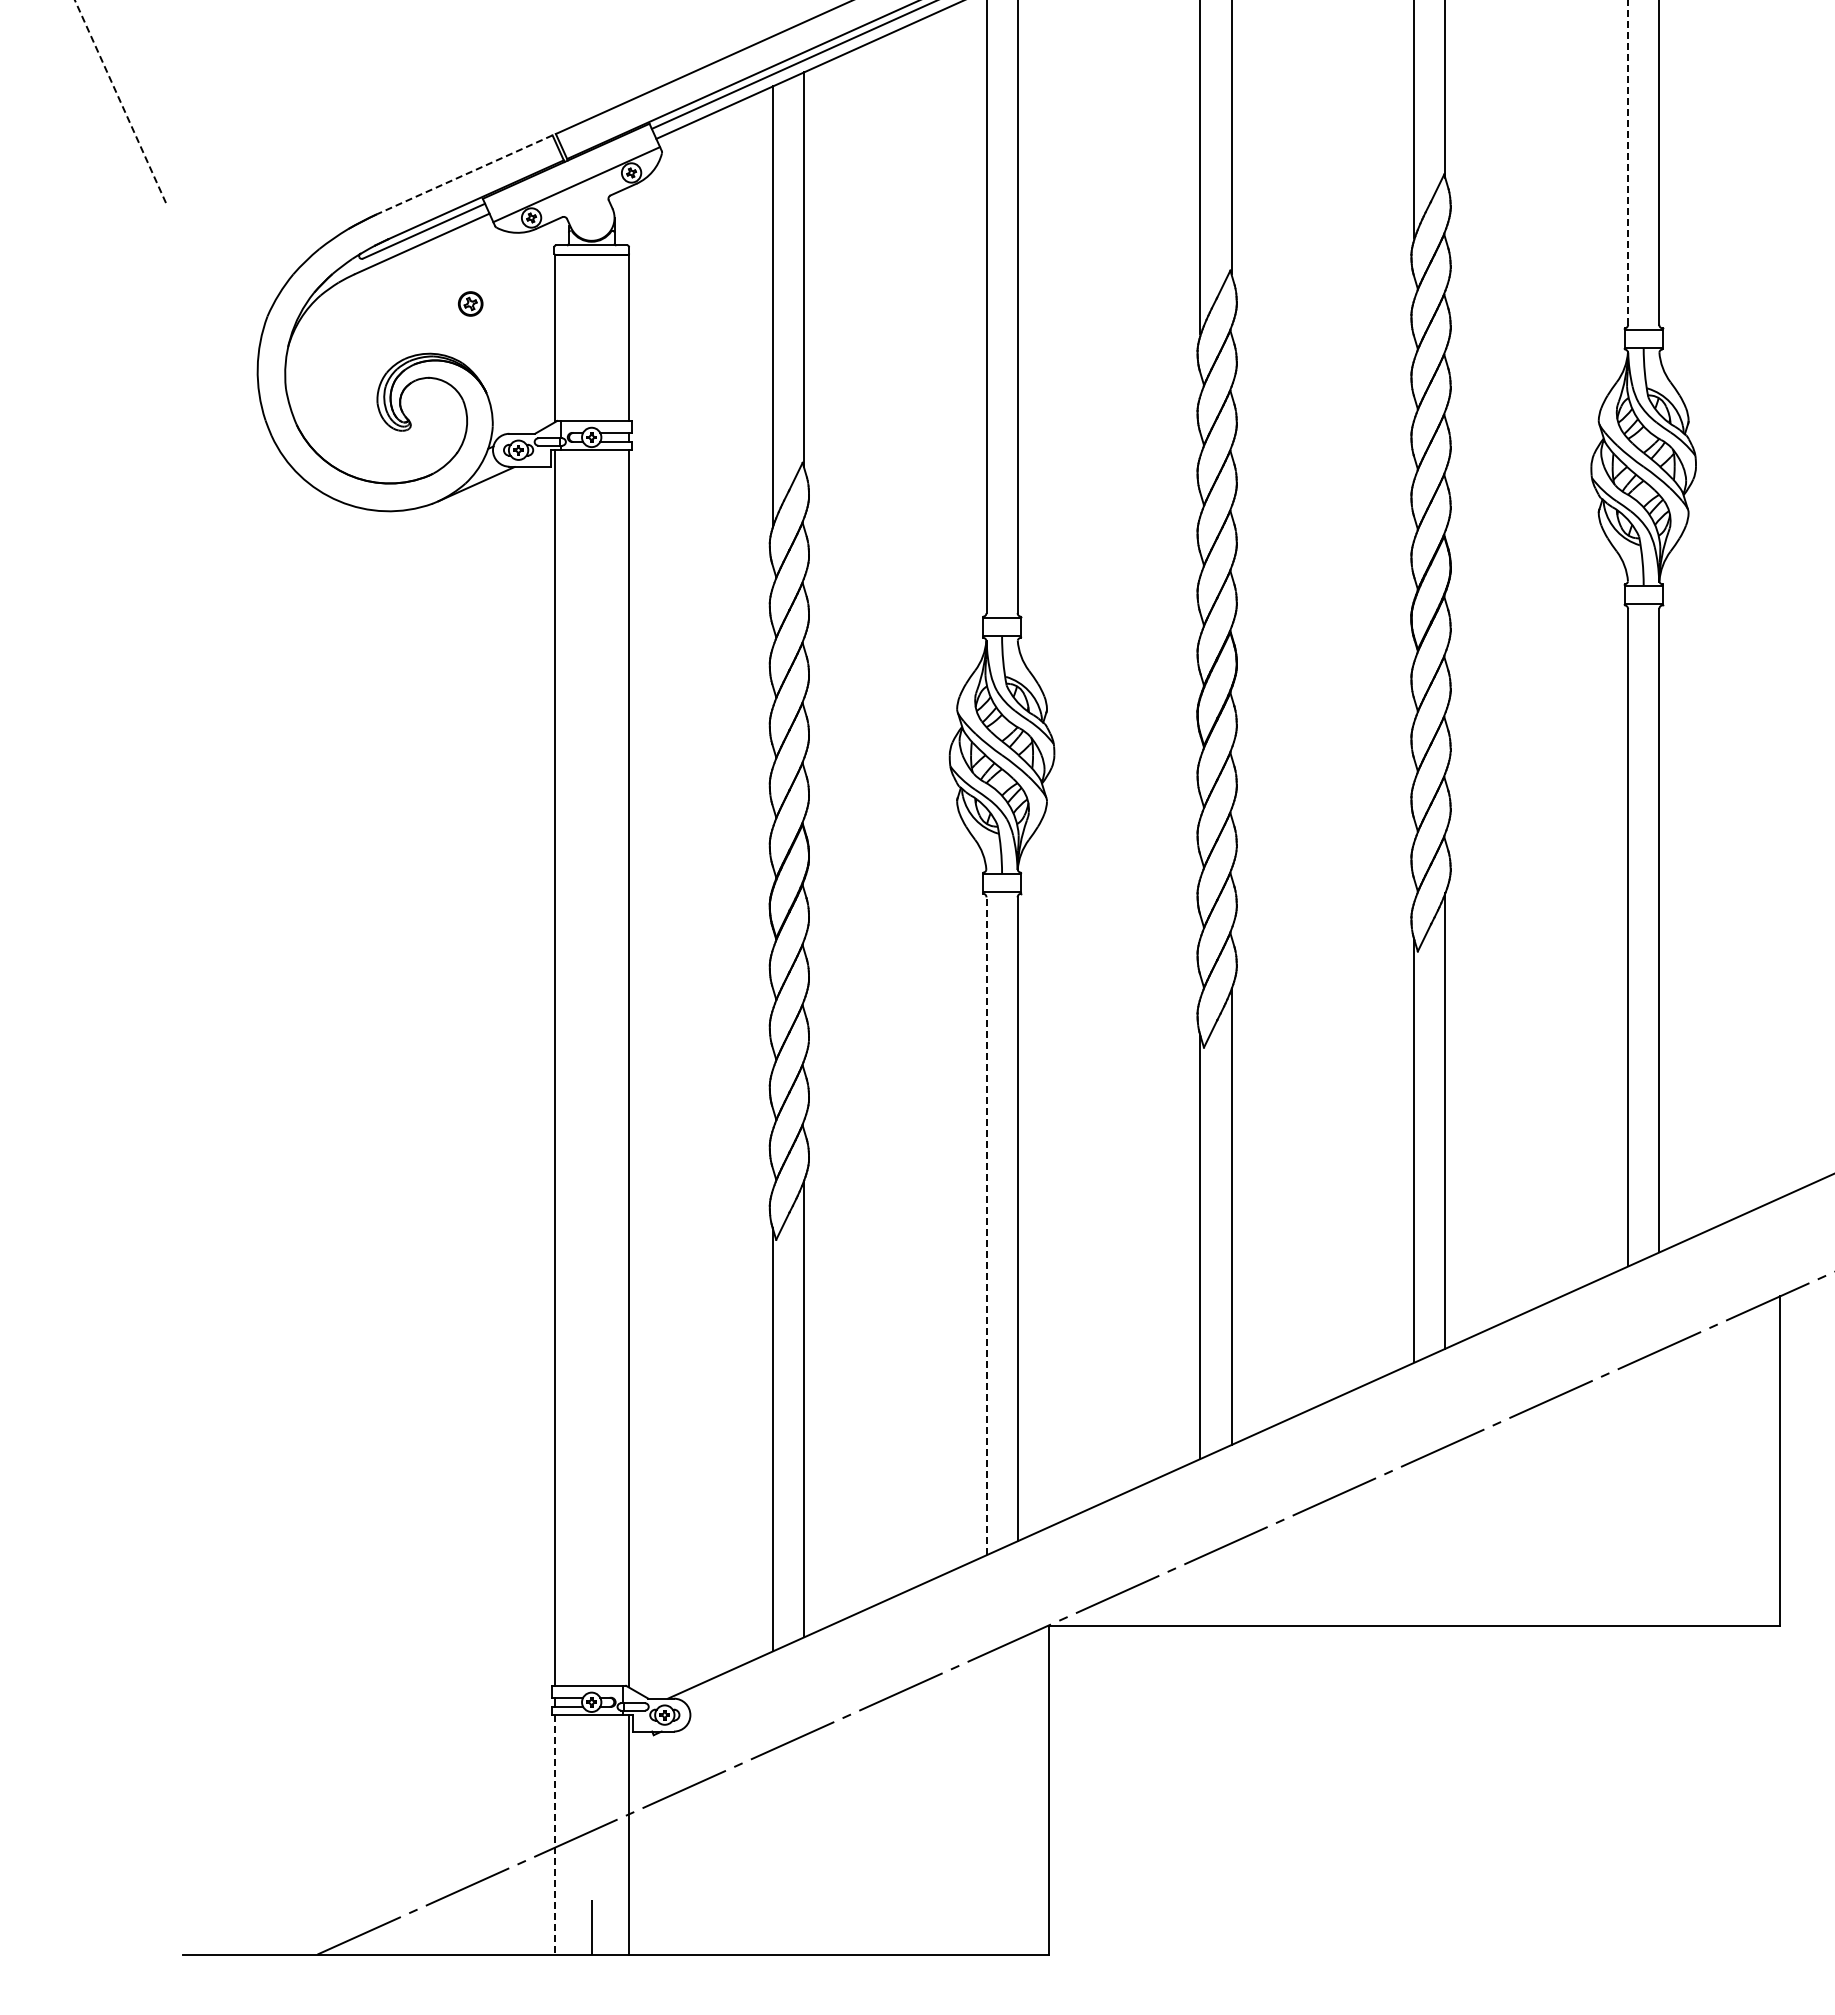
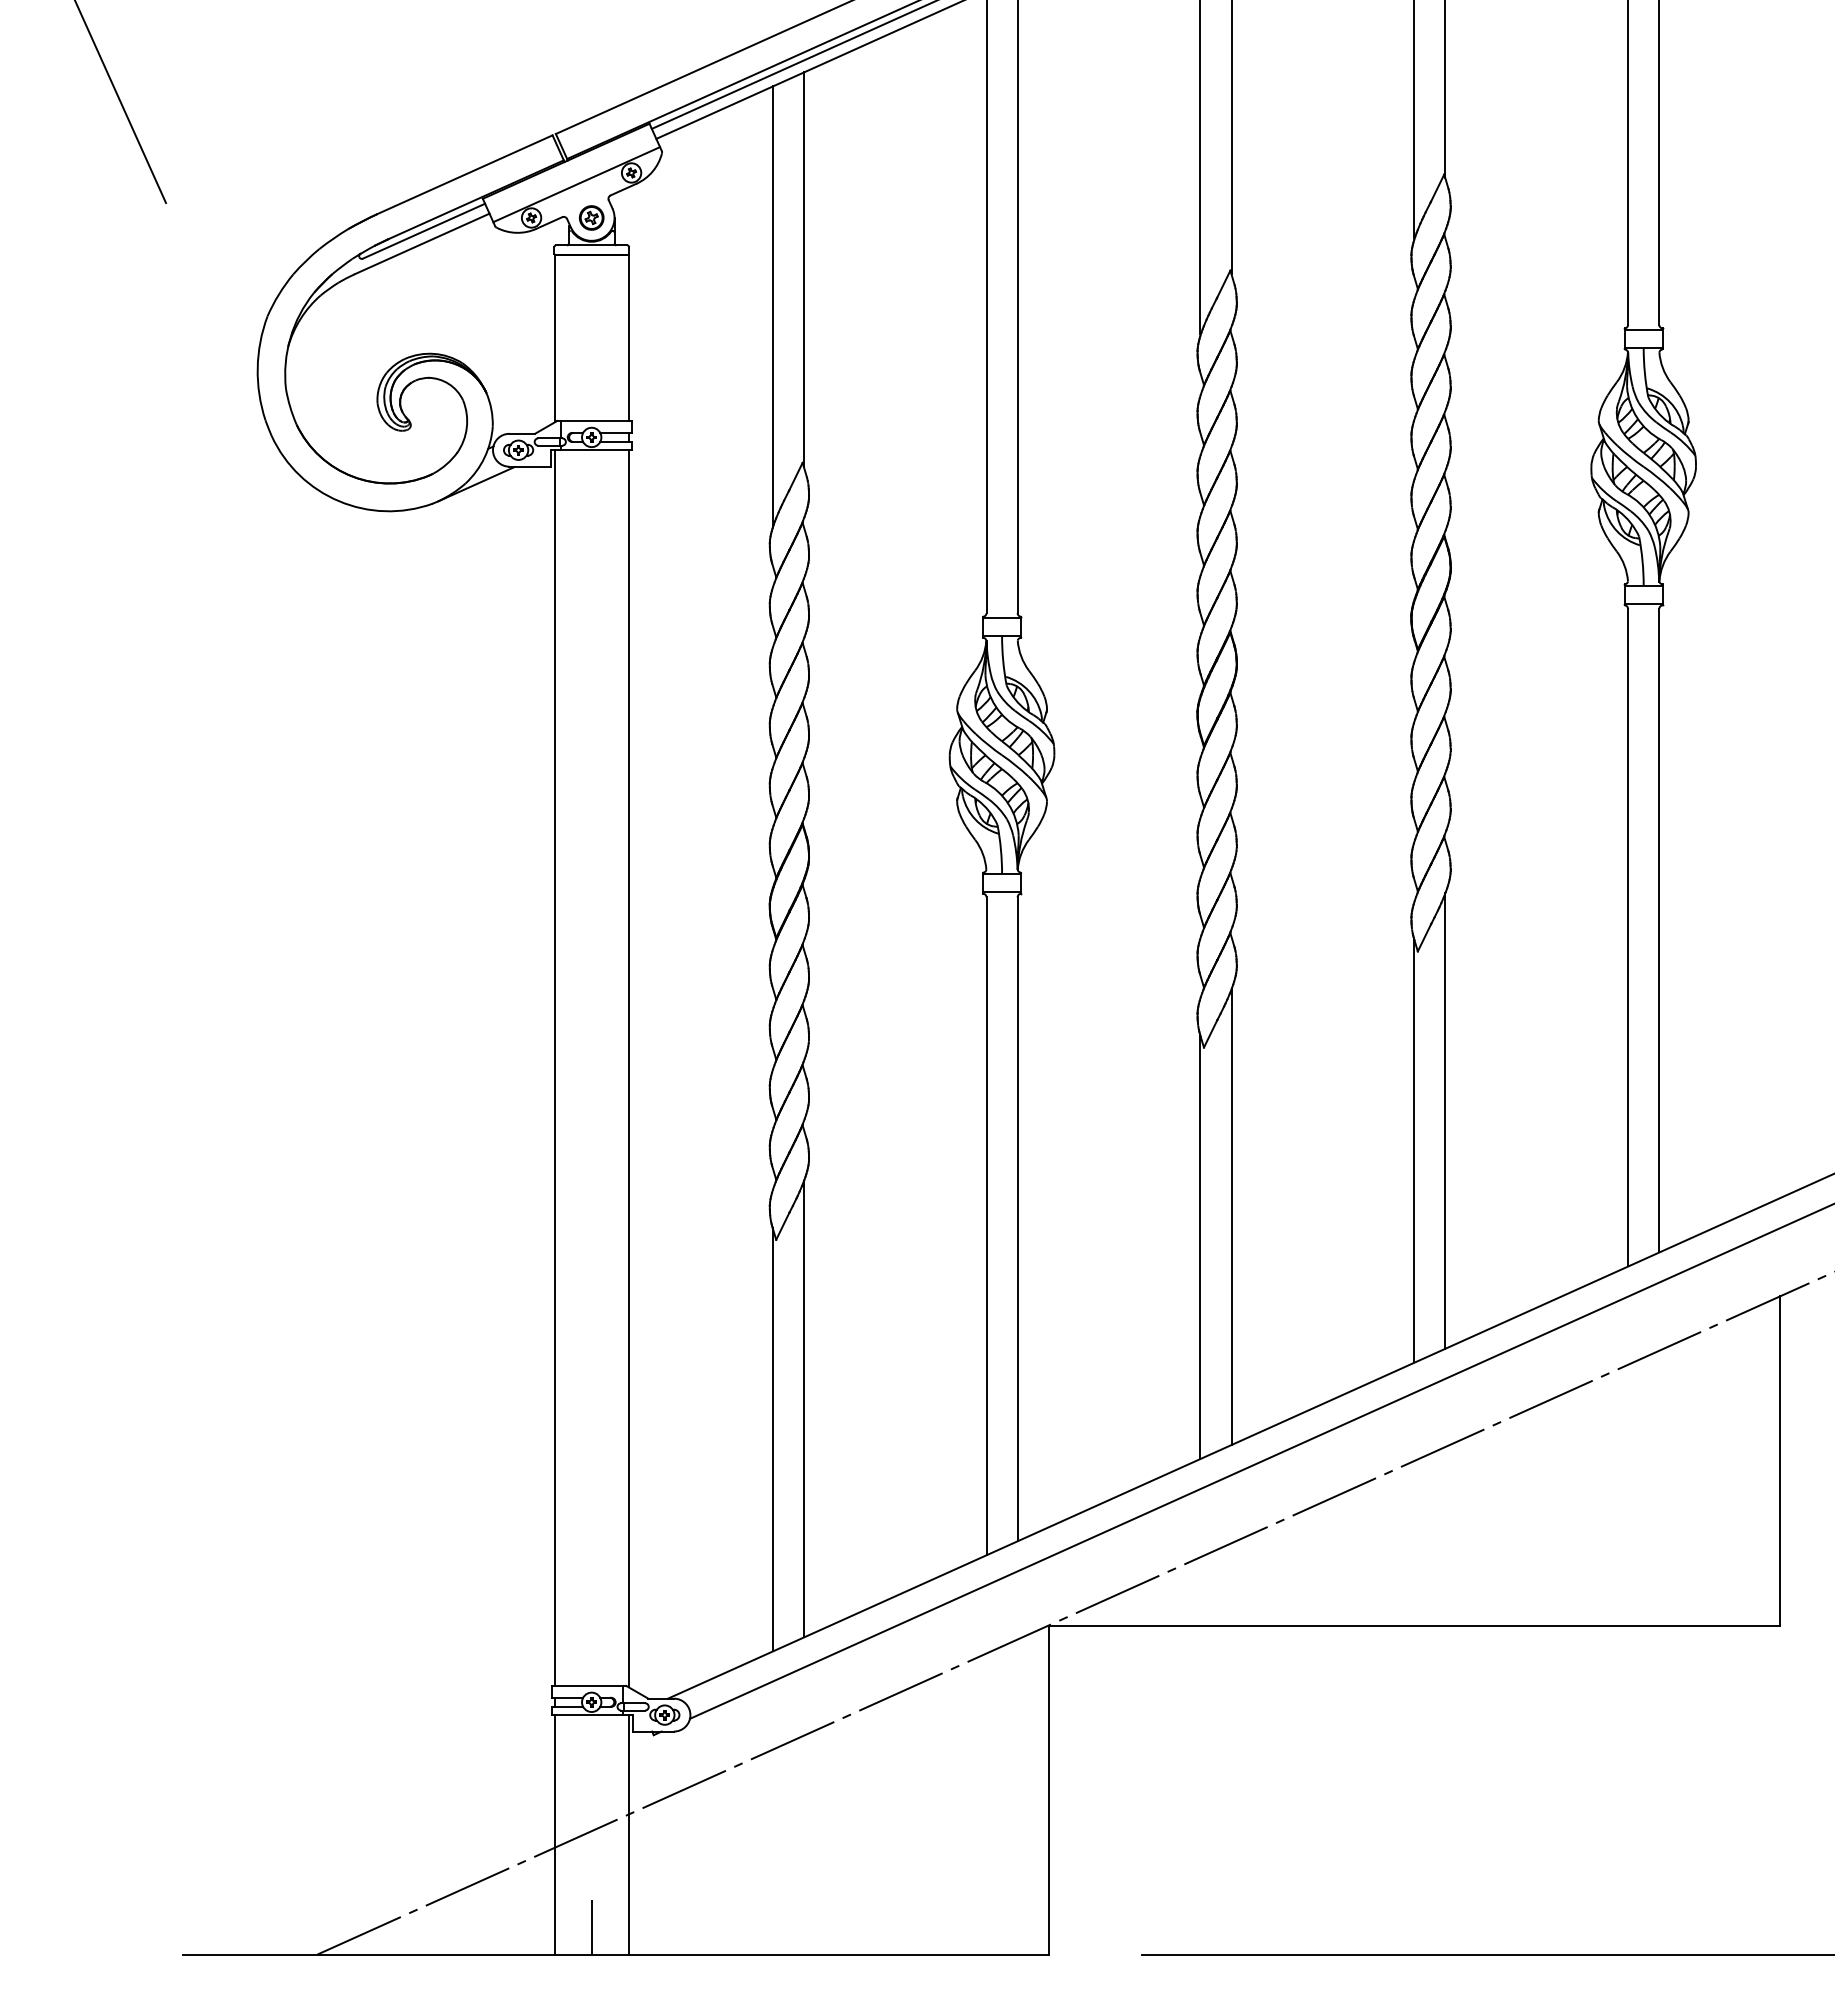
line at (120, 101): dashed -> solid
line at (1628, 161): dashed -> solid
line at (464, 175): dashed -> solid
part at (470, 303) position: (470, 303) -> (591, 217)
line at (986, 1225): dashed -> solid
line at (1260, 1461): none -> present
line at (554, 1834): dashed -> solid
line at (1486, 1954): none -> present
